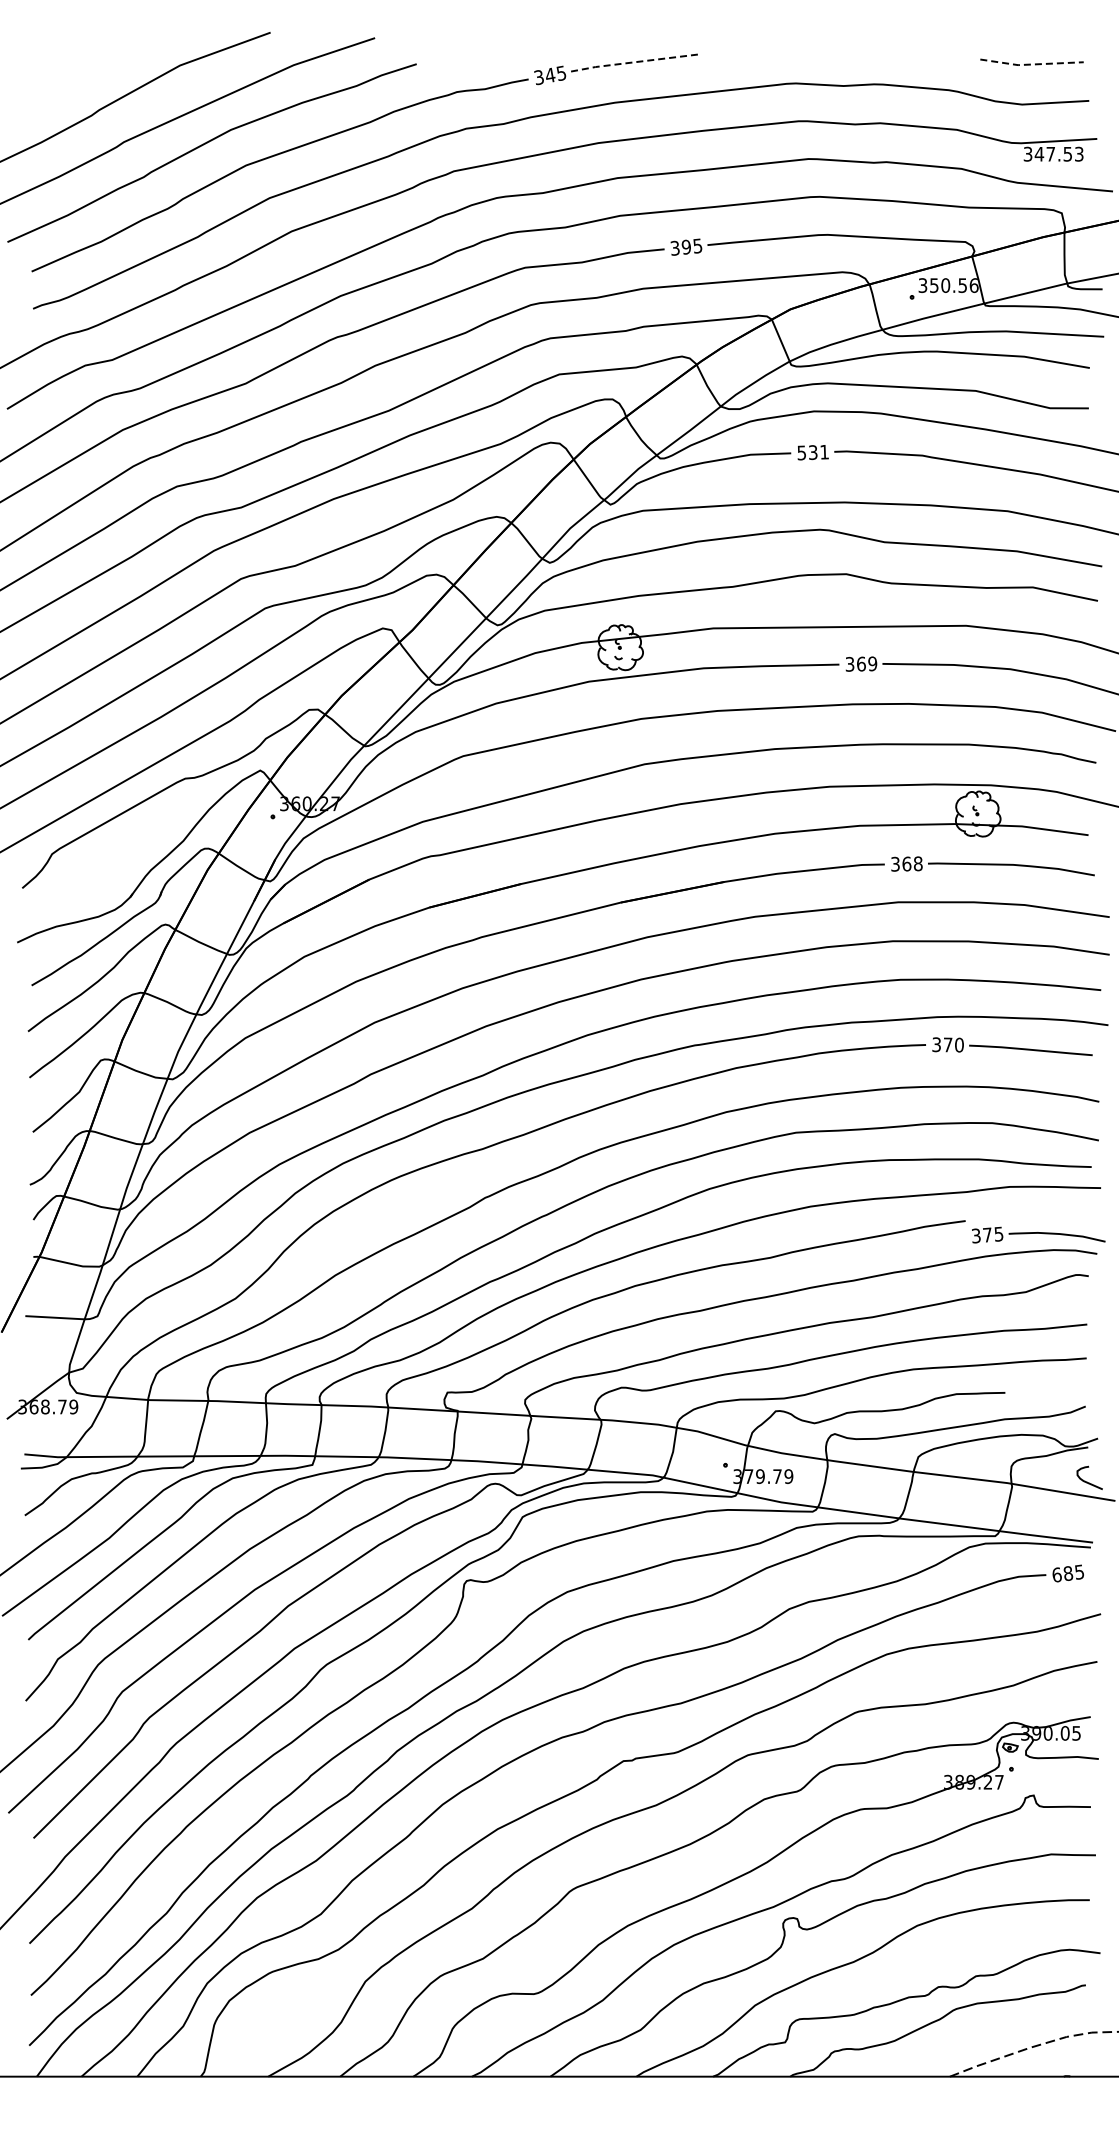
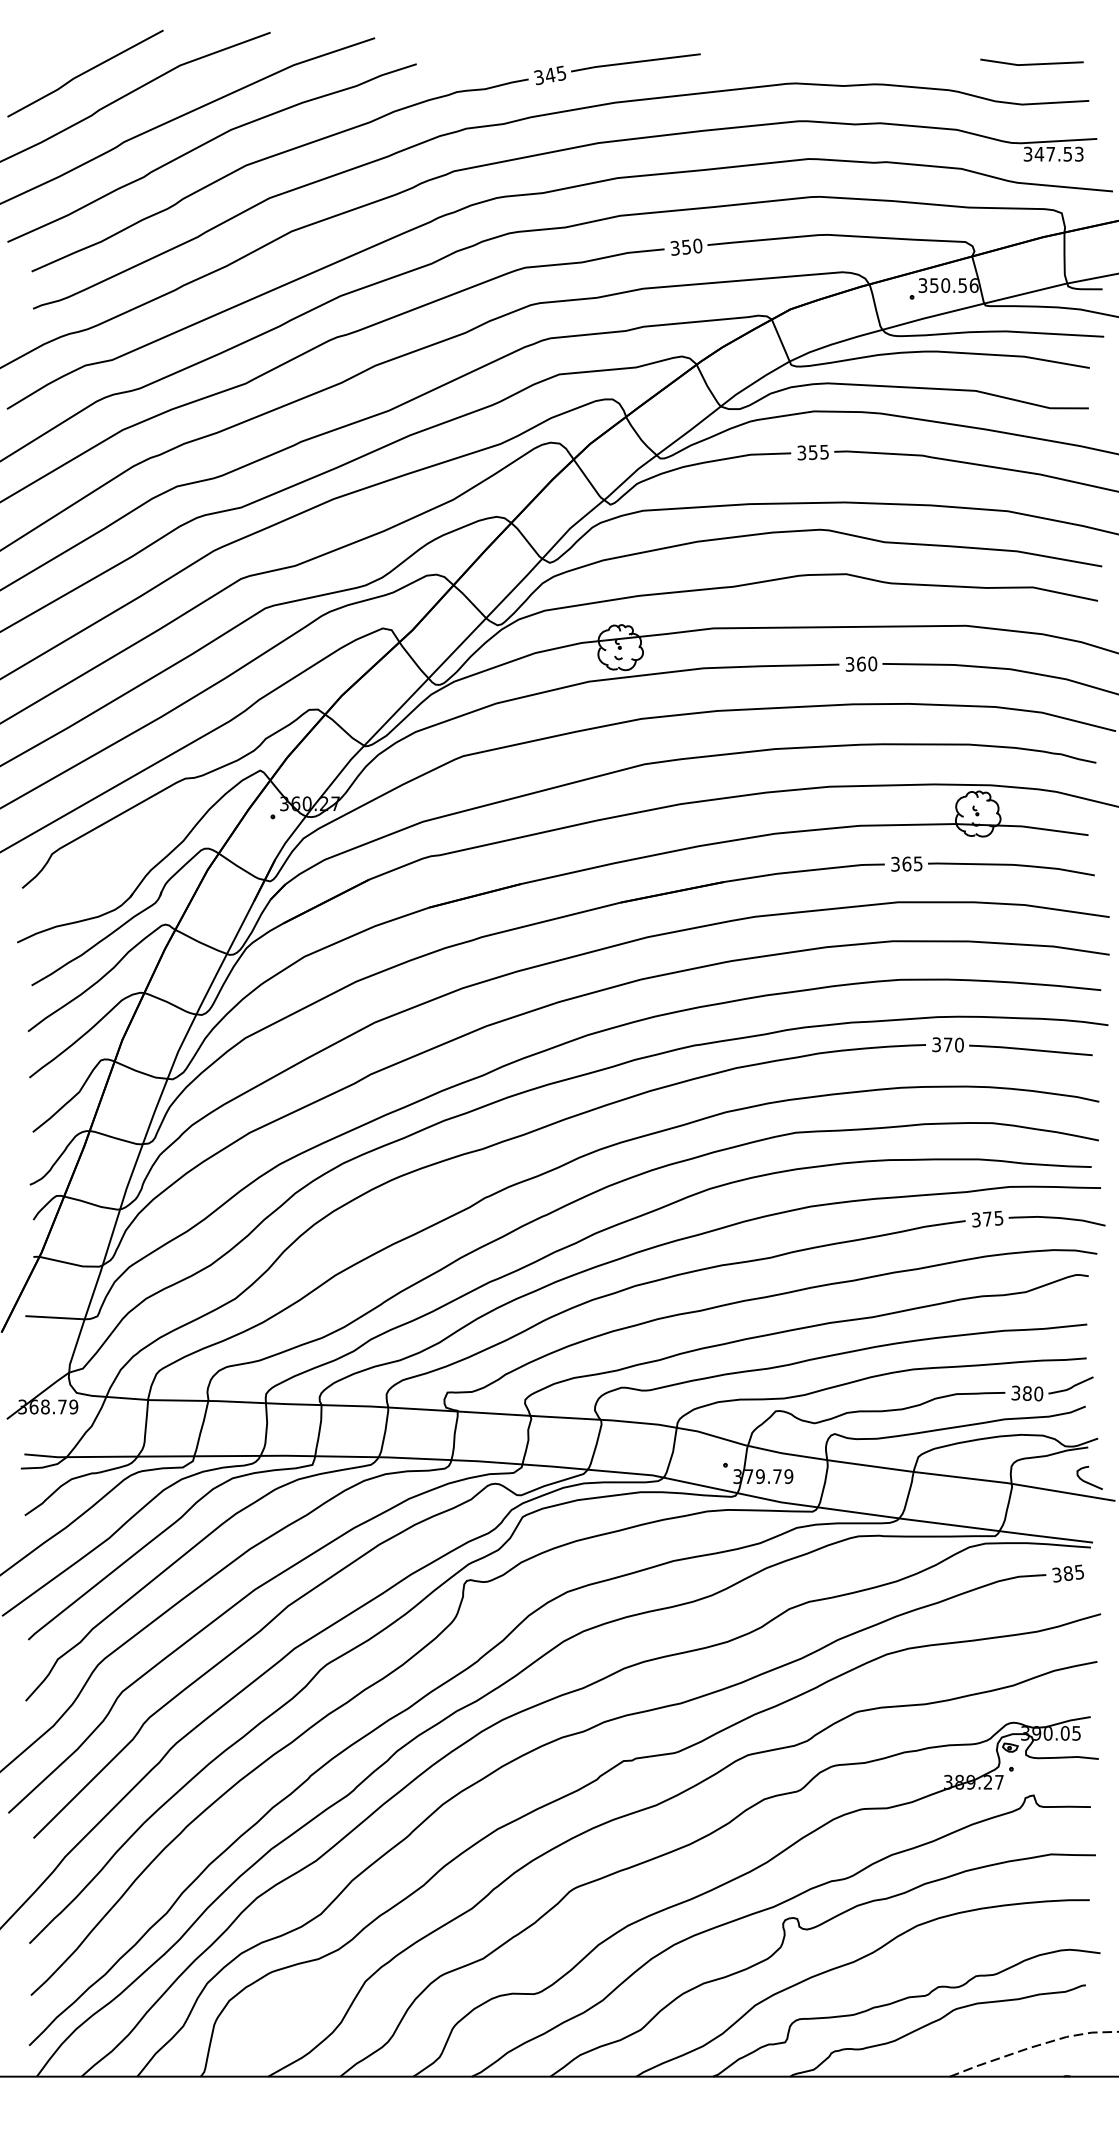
line at (635, 62): dashed -> solid
line at (1031, 64): dashed -> solid
line at (85, 73): none -> present
text at (691, 246): 395 -> 350
text at (812, 451): 531 -> 355
text at (872, 663): 369 -> 360
text at (918, 863): 368 -> 365
part at (1038, 1234) position: (1038, 1234) -> (1038, 1218)
part at (1052, 1388): none -> present
text at (1056, 1574): 685 -> 385
